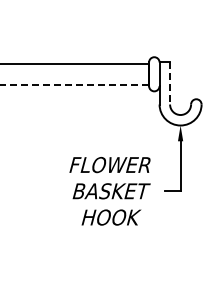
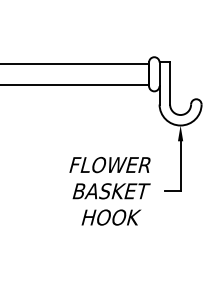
line at (170, 83): dashed -> solid
line at (74, 84): dashed -> solid
